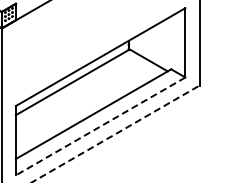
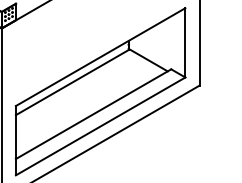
line at (100, 126): dashed -> solid
line at (115, 134): dashed -> solid
